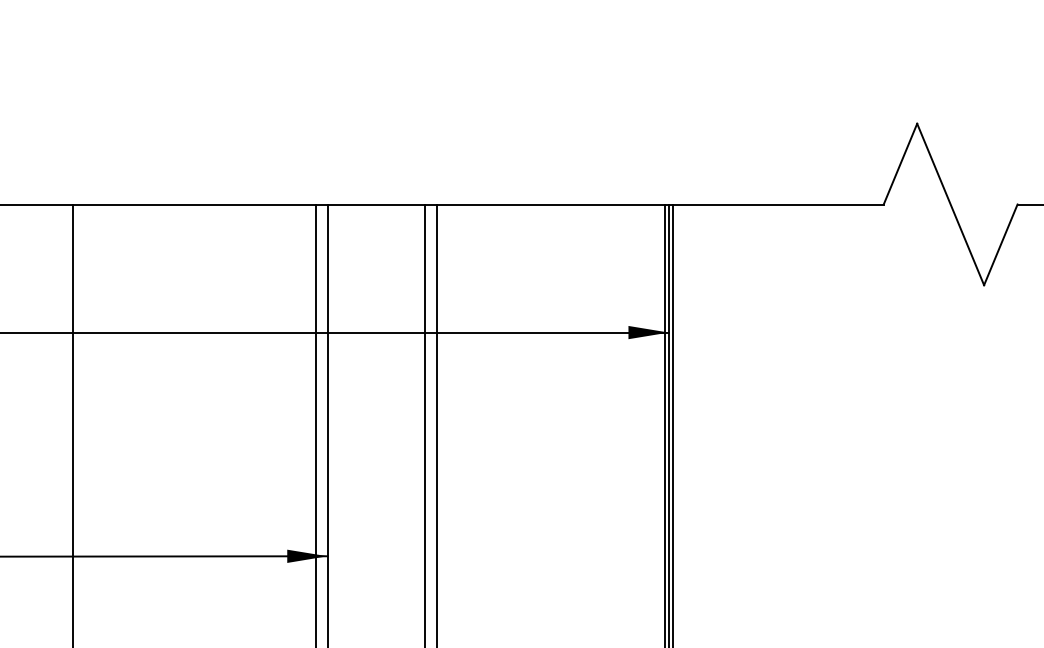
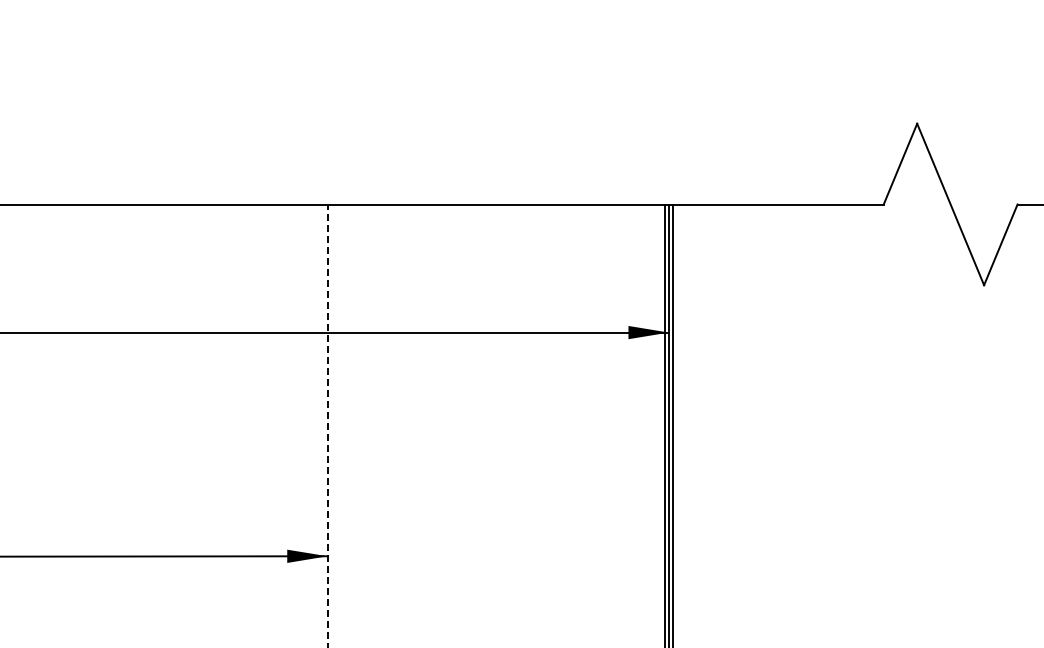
line at (73, 424): present -> none
line at (315, 424): present -> none
line at (424, 424): present -> none
line at (436, 424): present -> none
line at (327, 425): solid -> dashed
